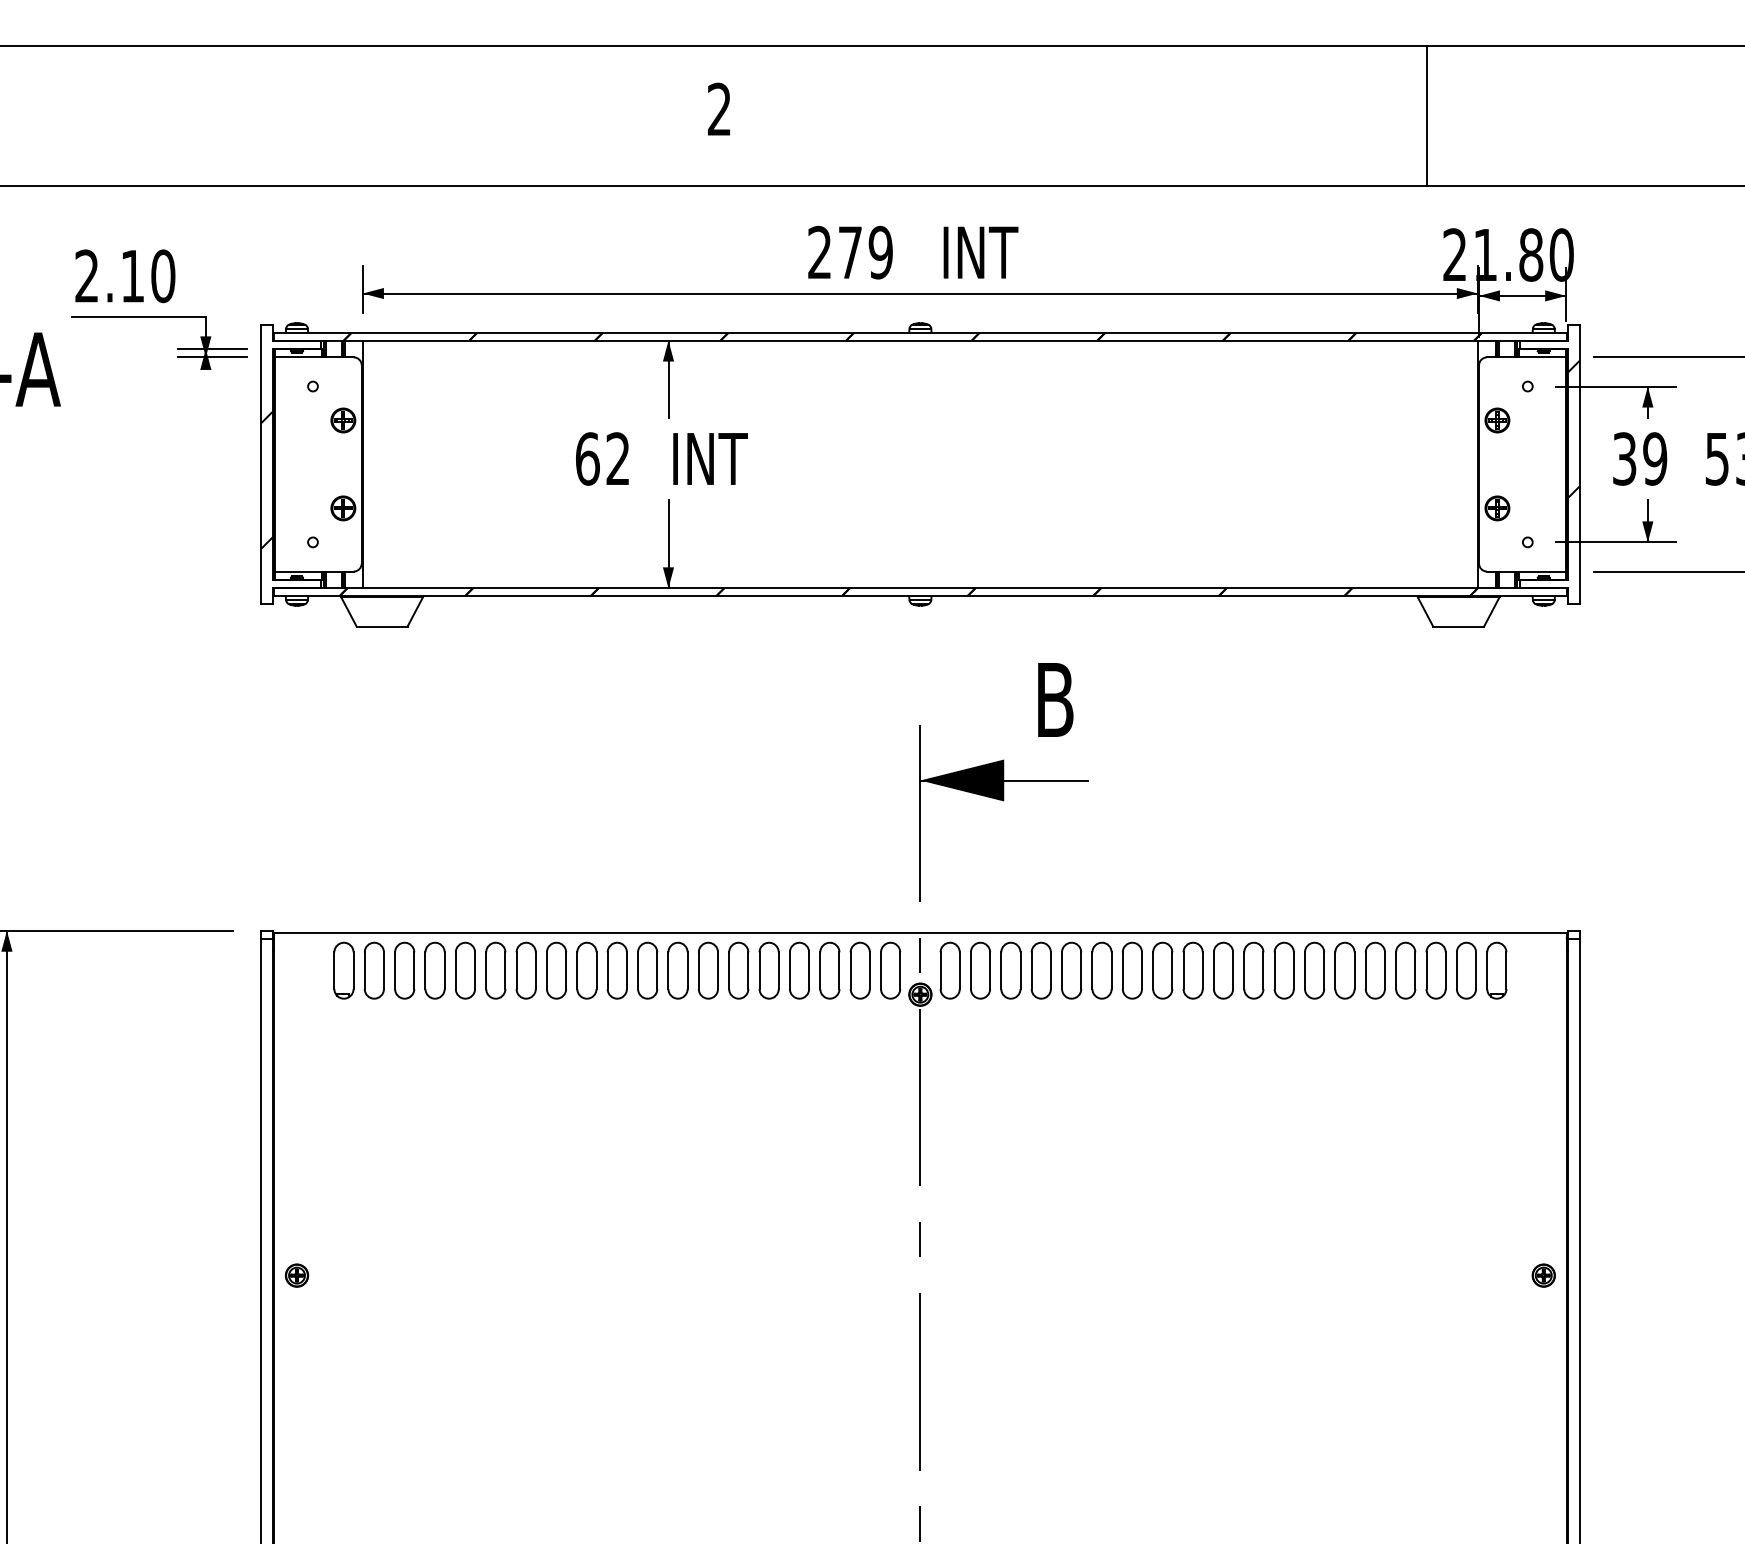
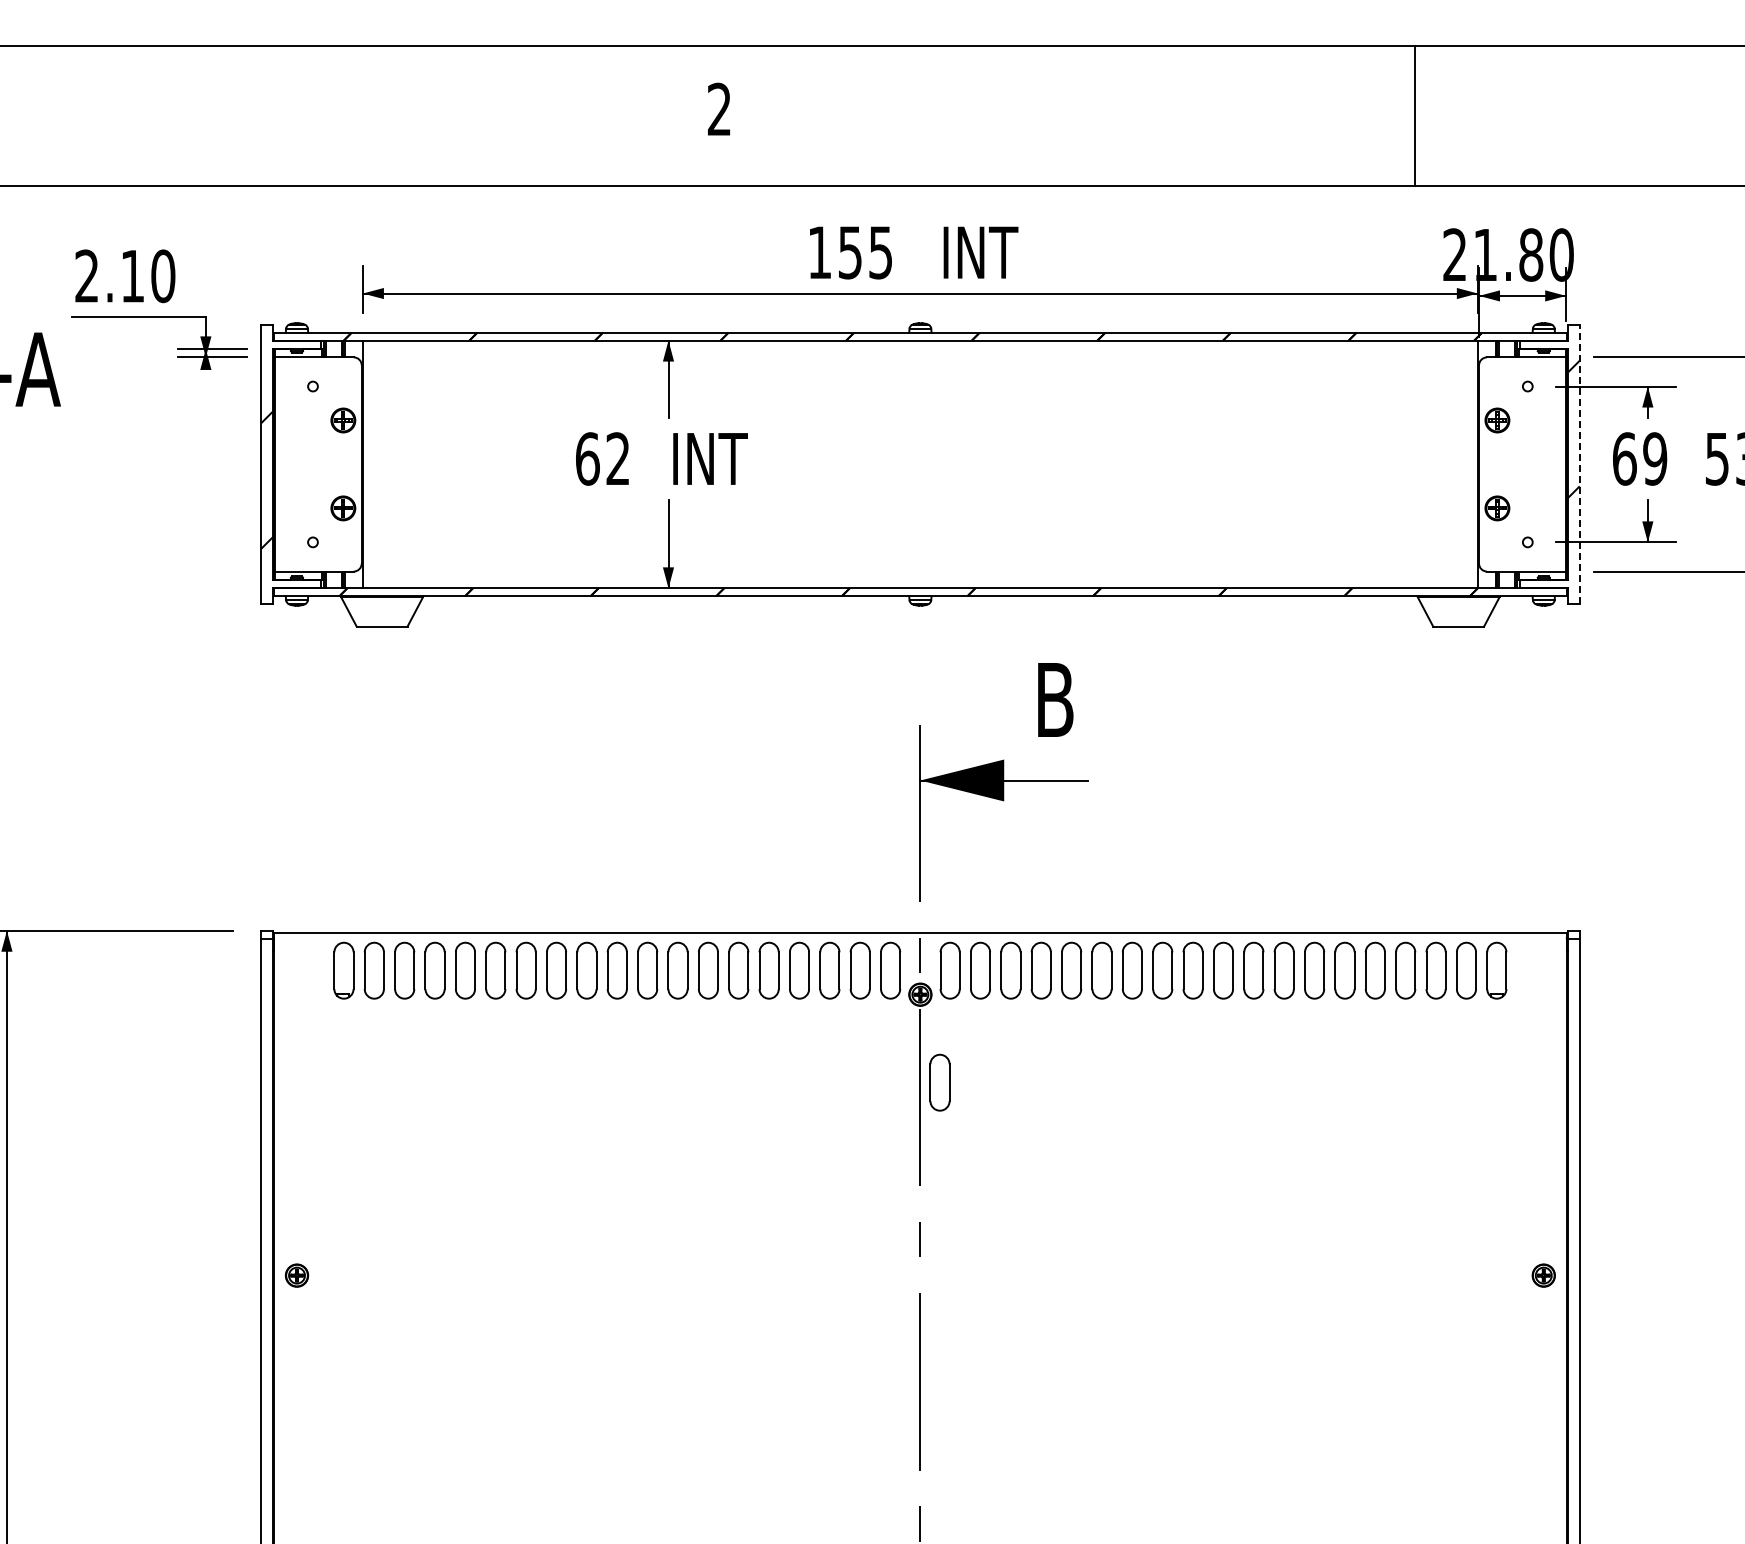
line at (1427, 116) position: (1427, 116) -> (1415, 116)
text at (850, 252): 279 -> 155
text at (1624, 458): 39 -> 69
line at (1579, 464): solid -> dashed
part at (939, 1082): none -> present
